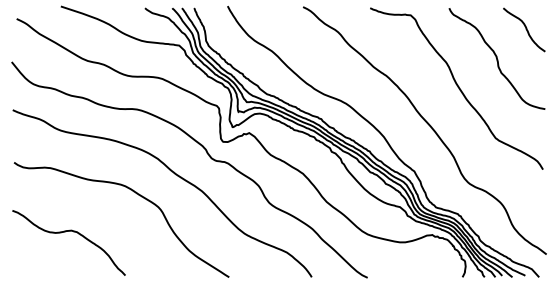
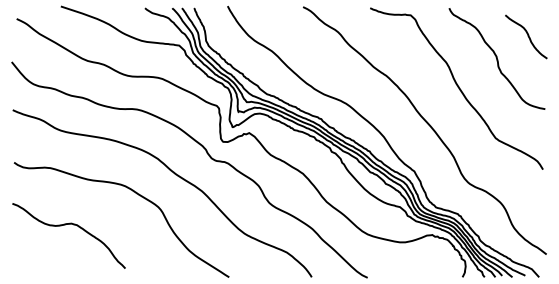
curve at (525, 29) position: (525, 29) -> (527, 36)
curve at (65, 232) position: (65, 232) -> (65, 225)
